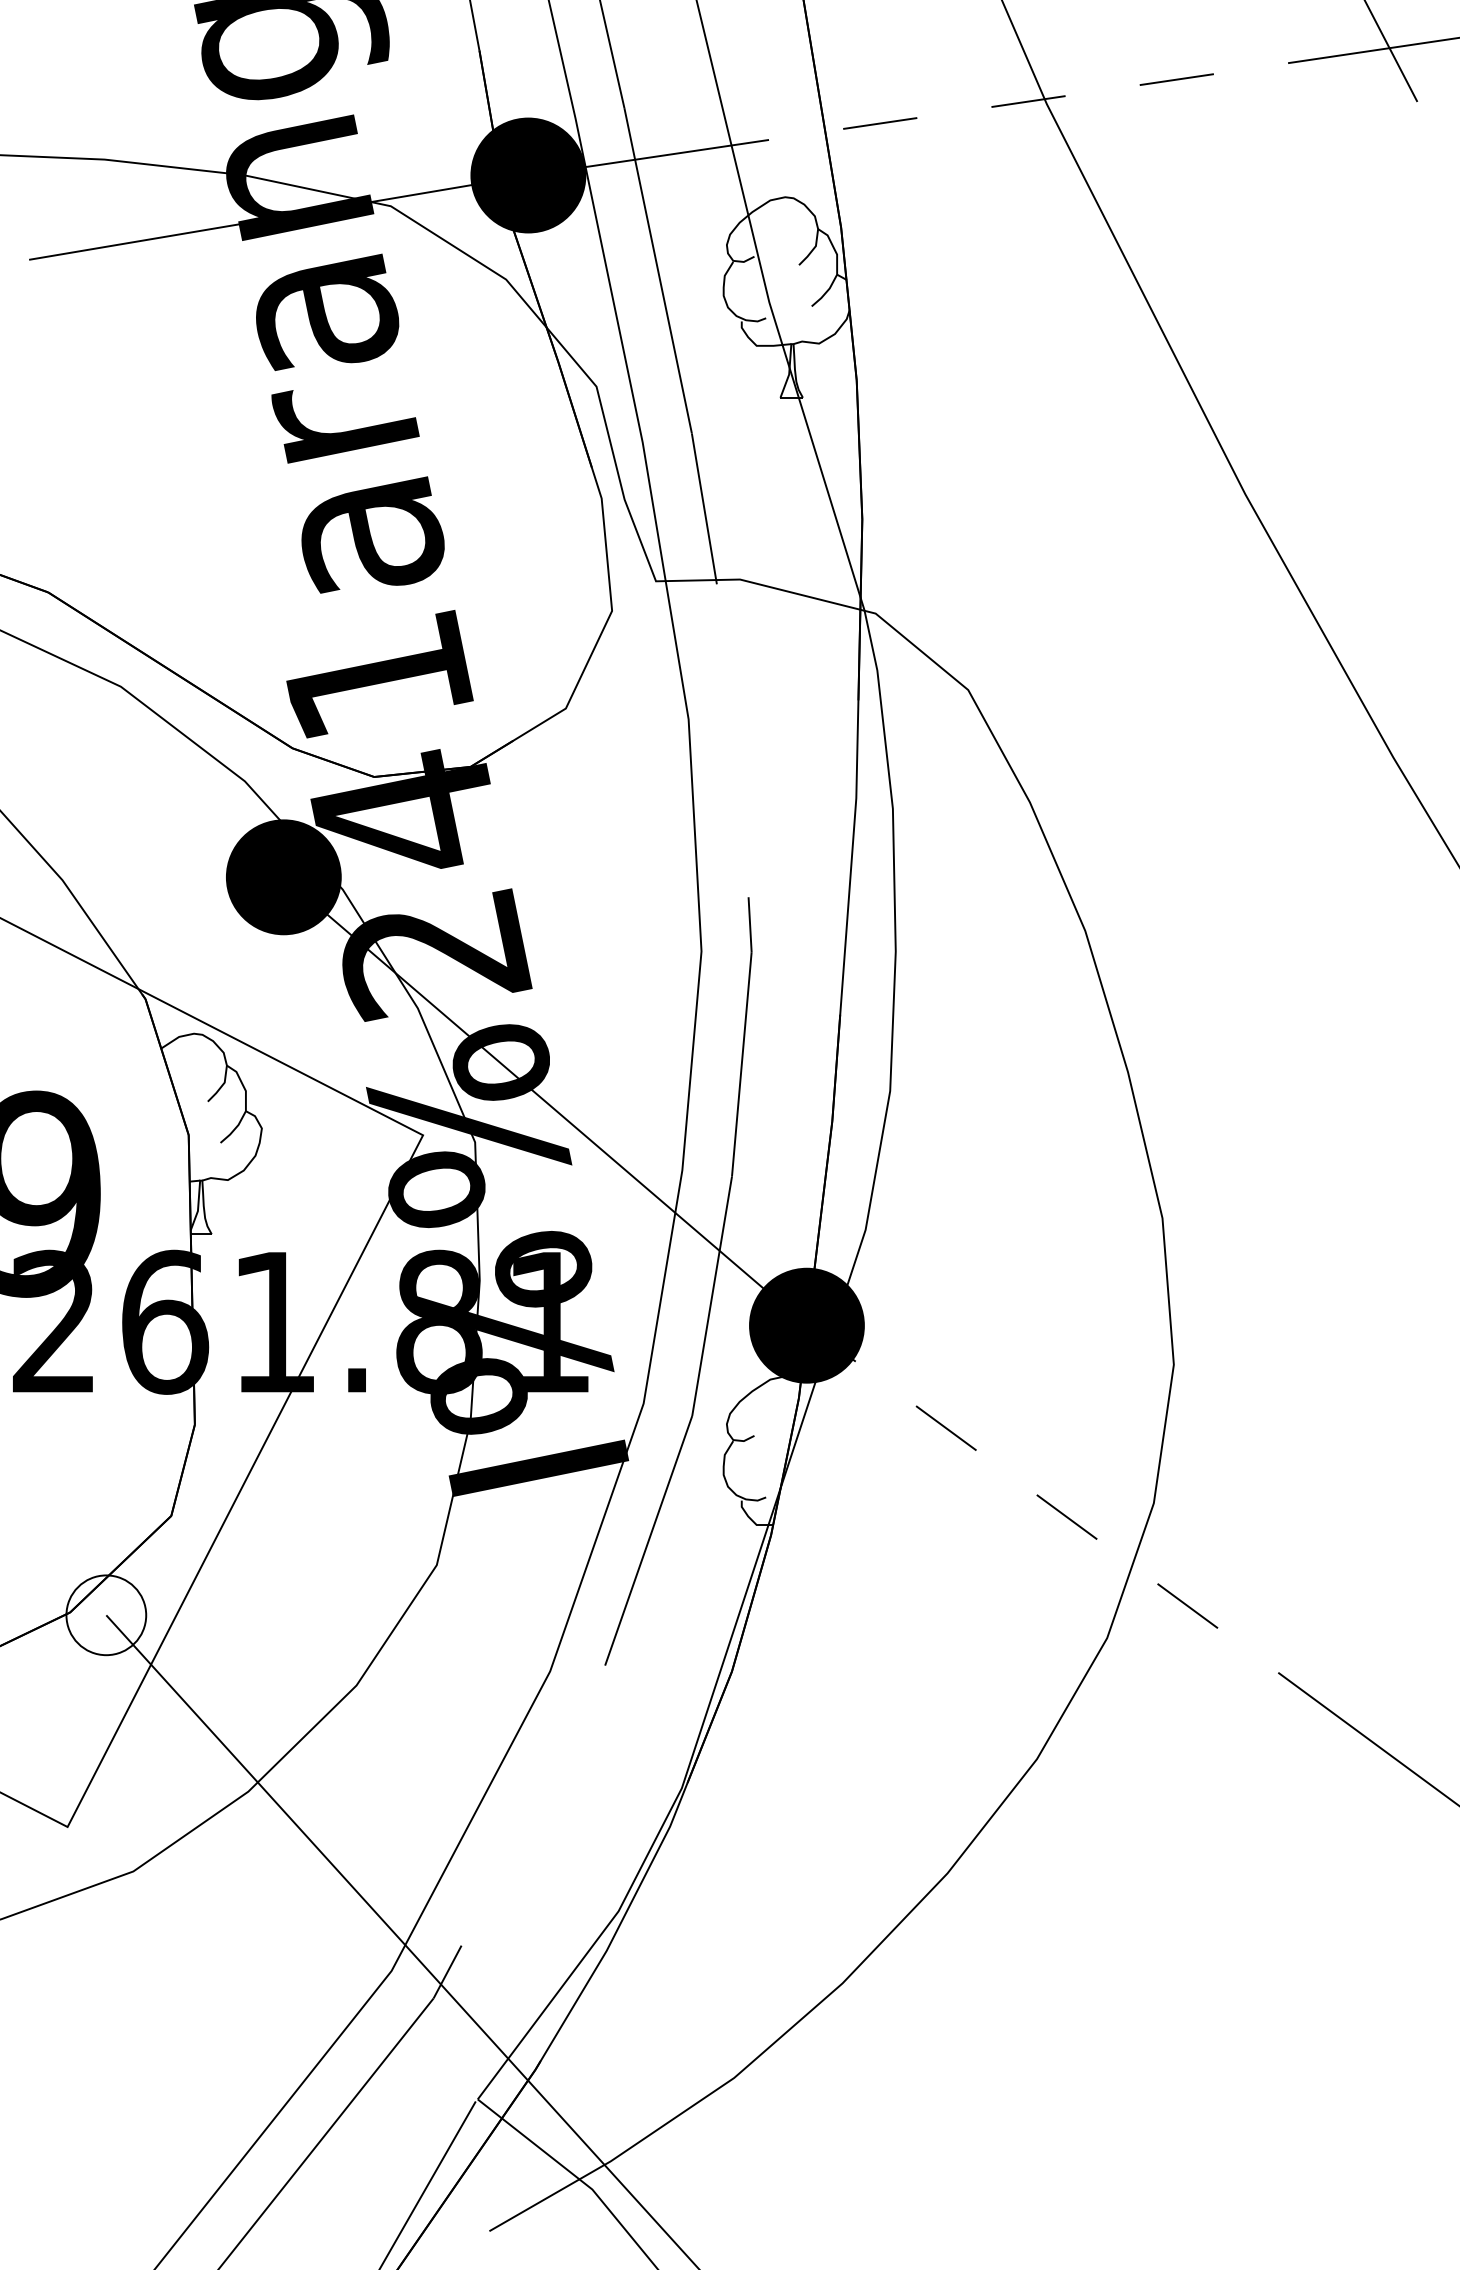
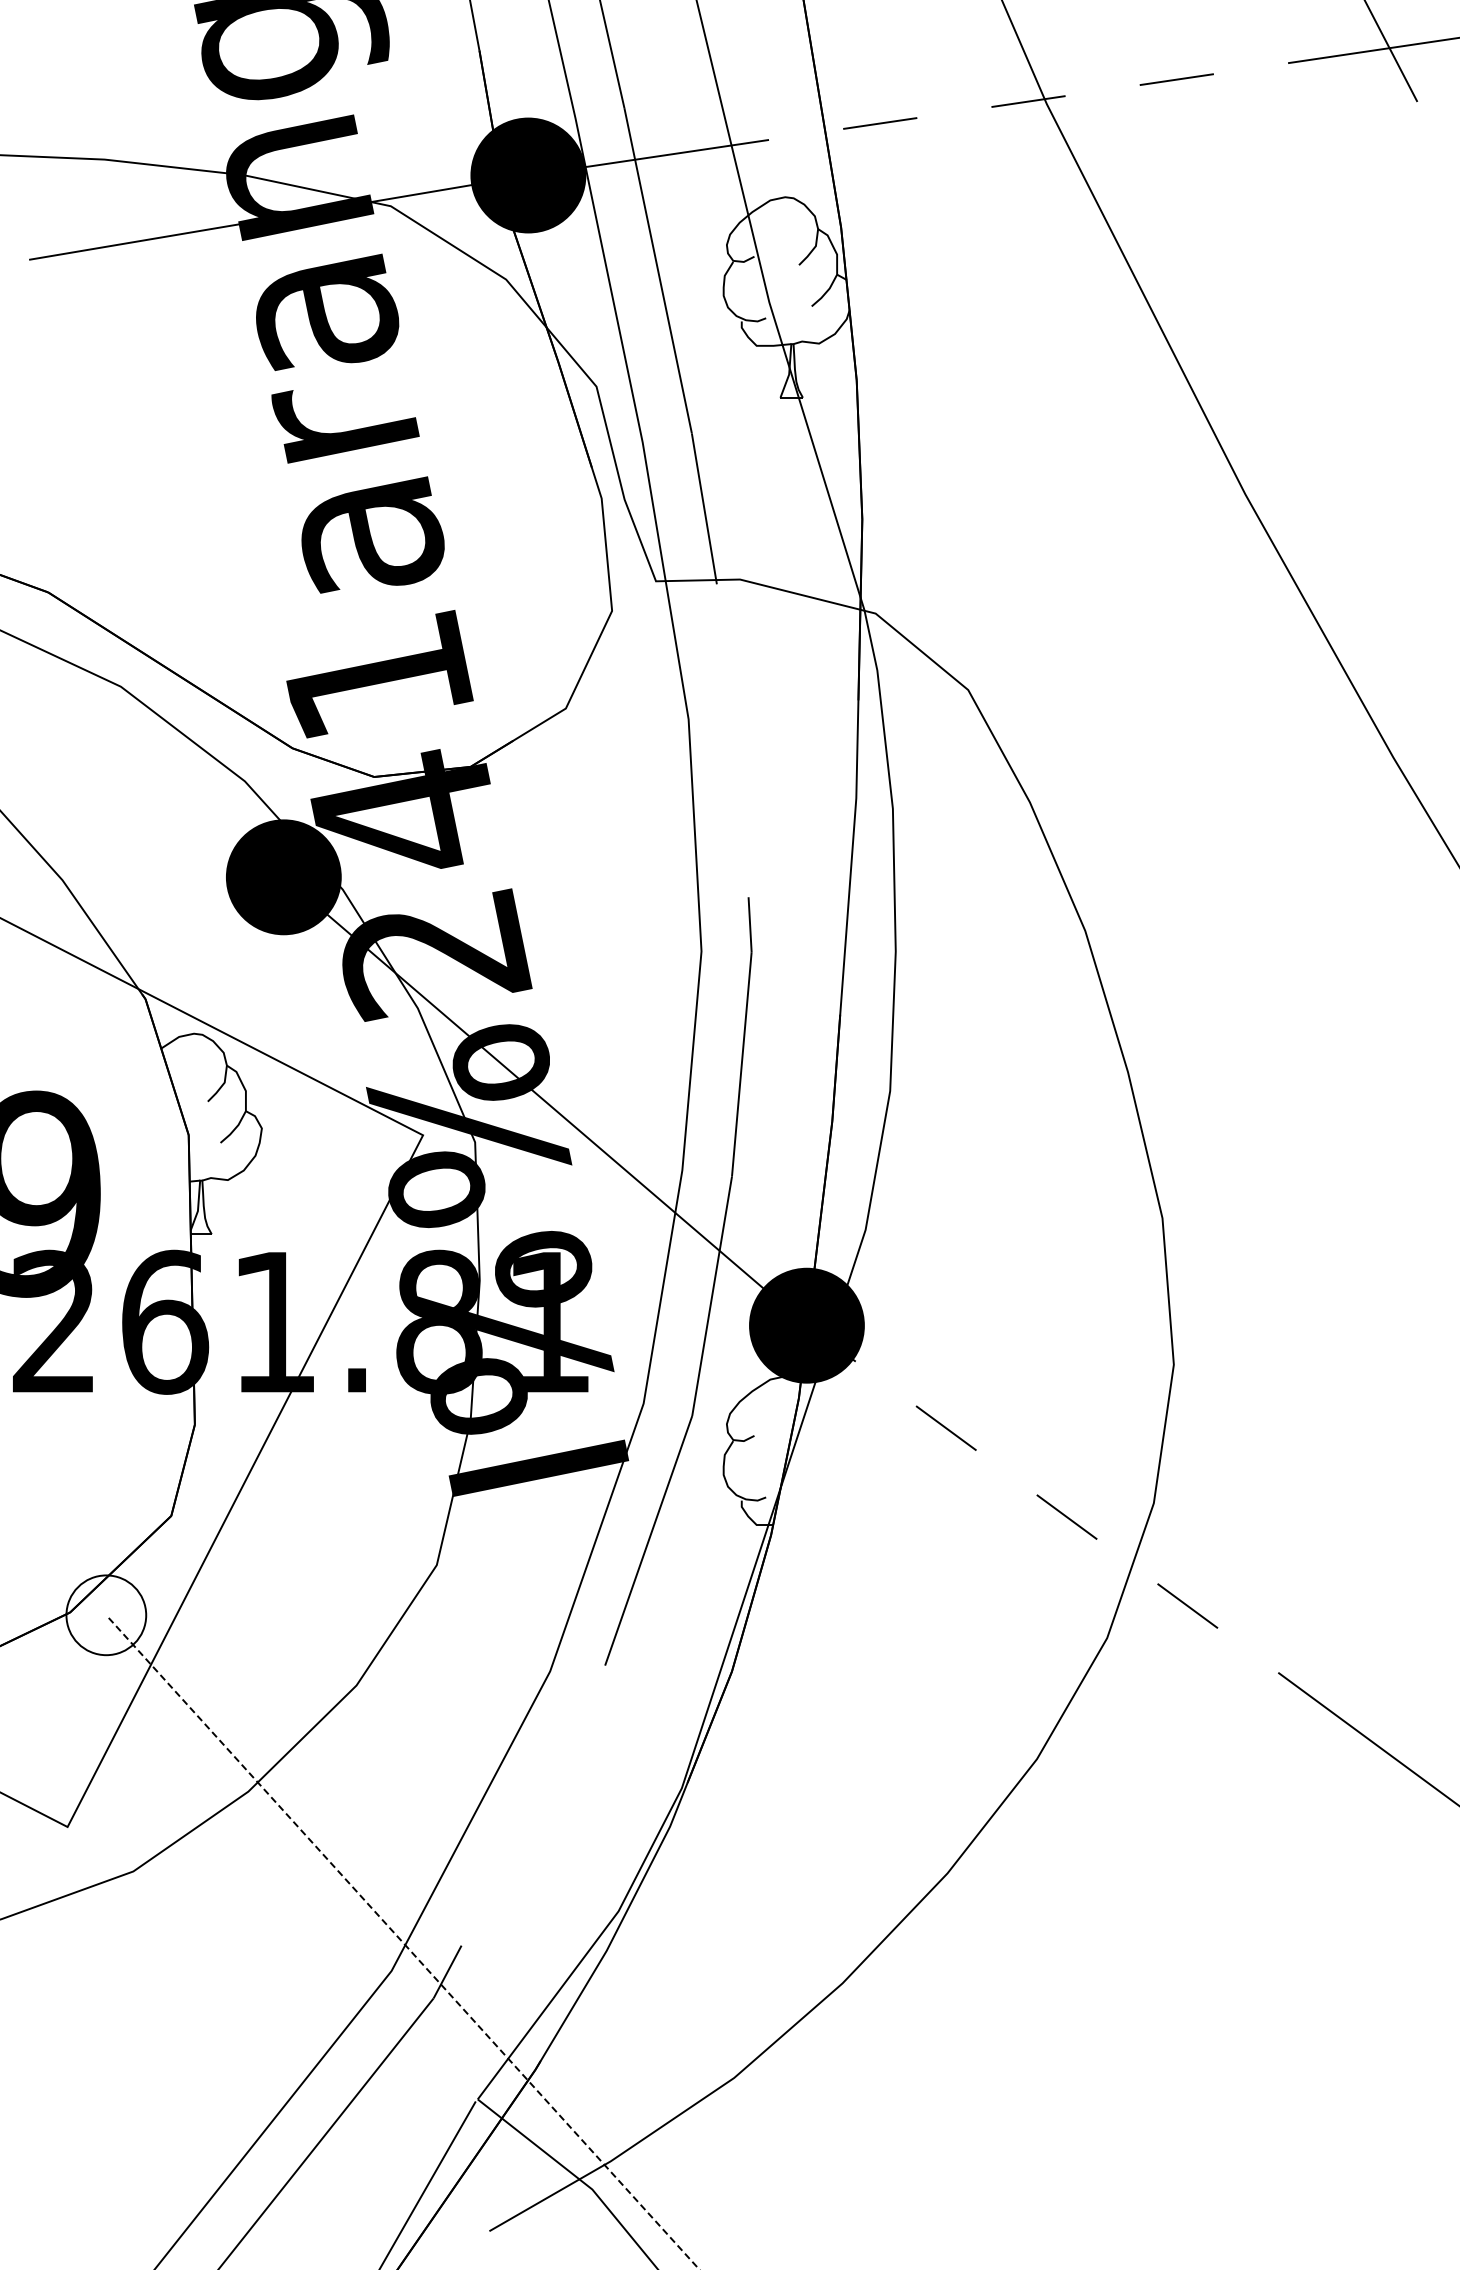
line at (402, 1941): solid -> dashed
